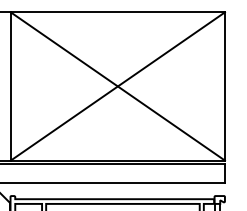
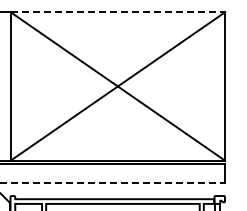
line at (118, 12): solid -> dashed
line at (113, 182): solid -> dashed
